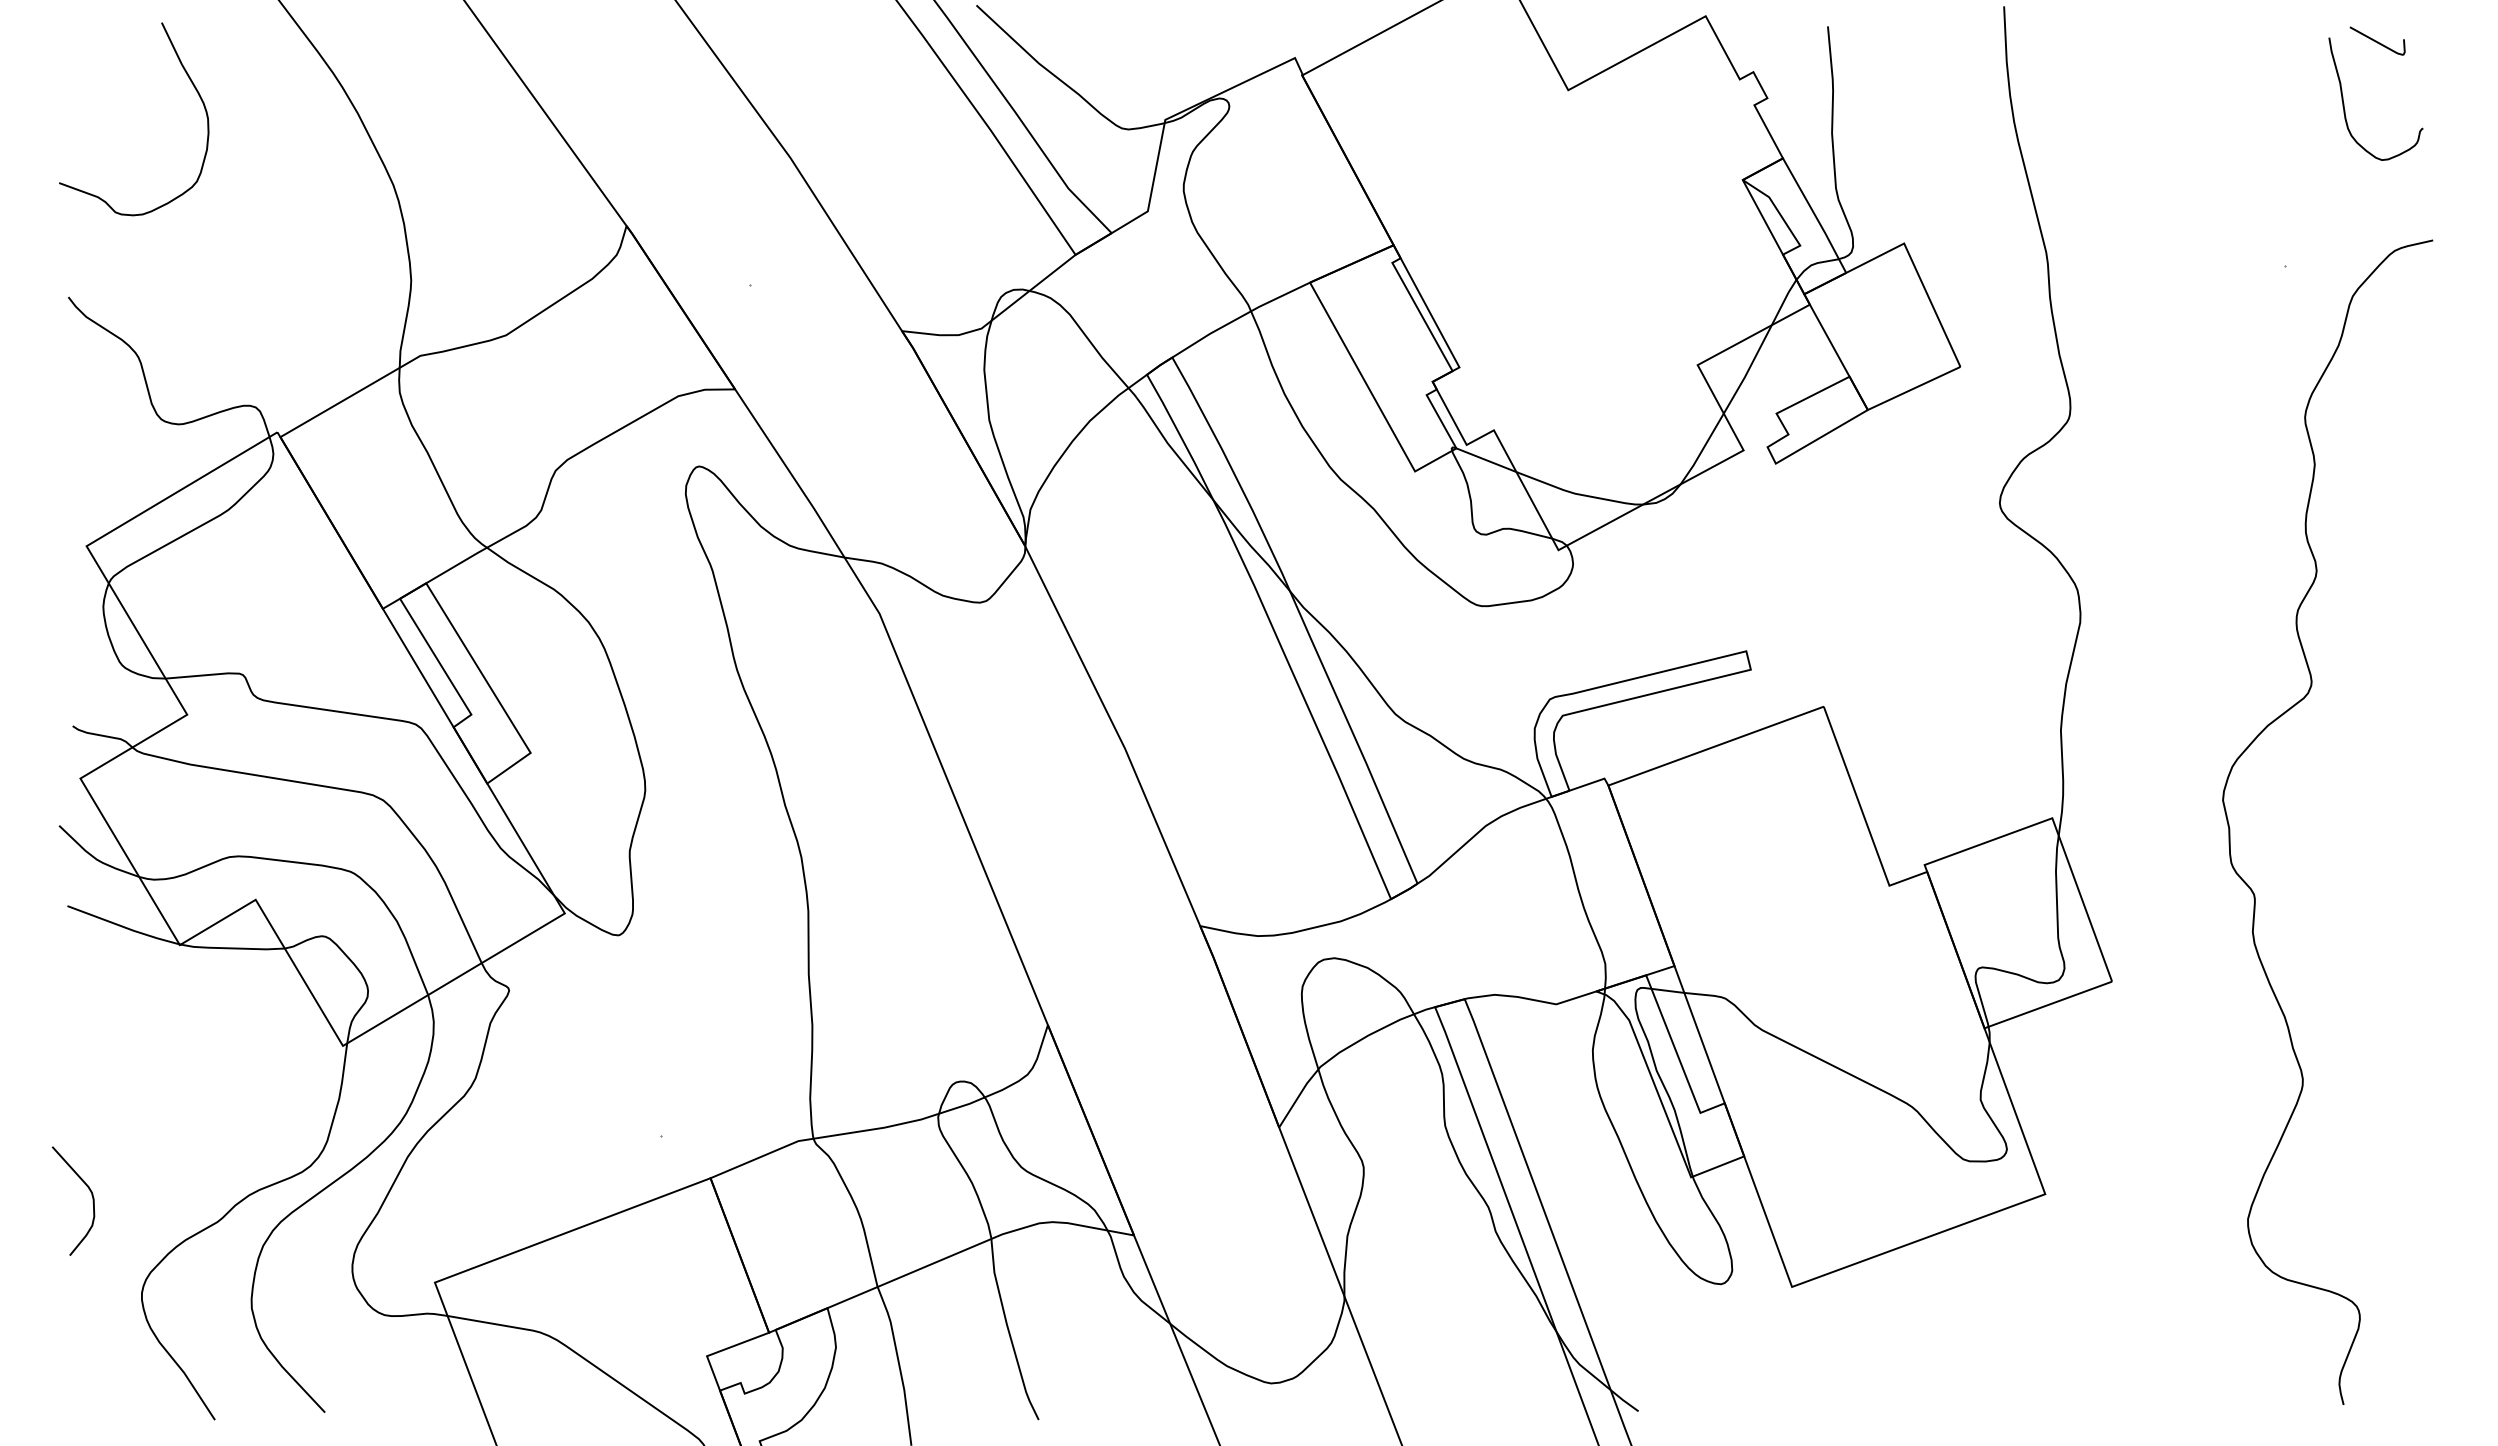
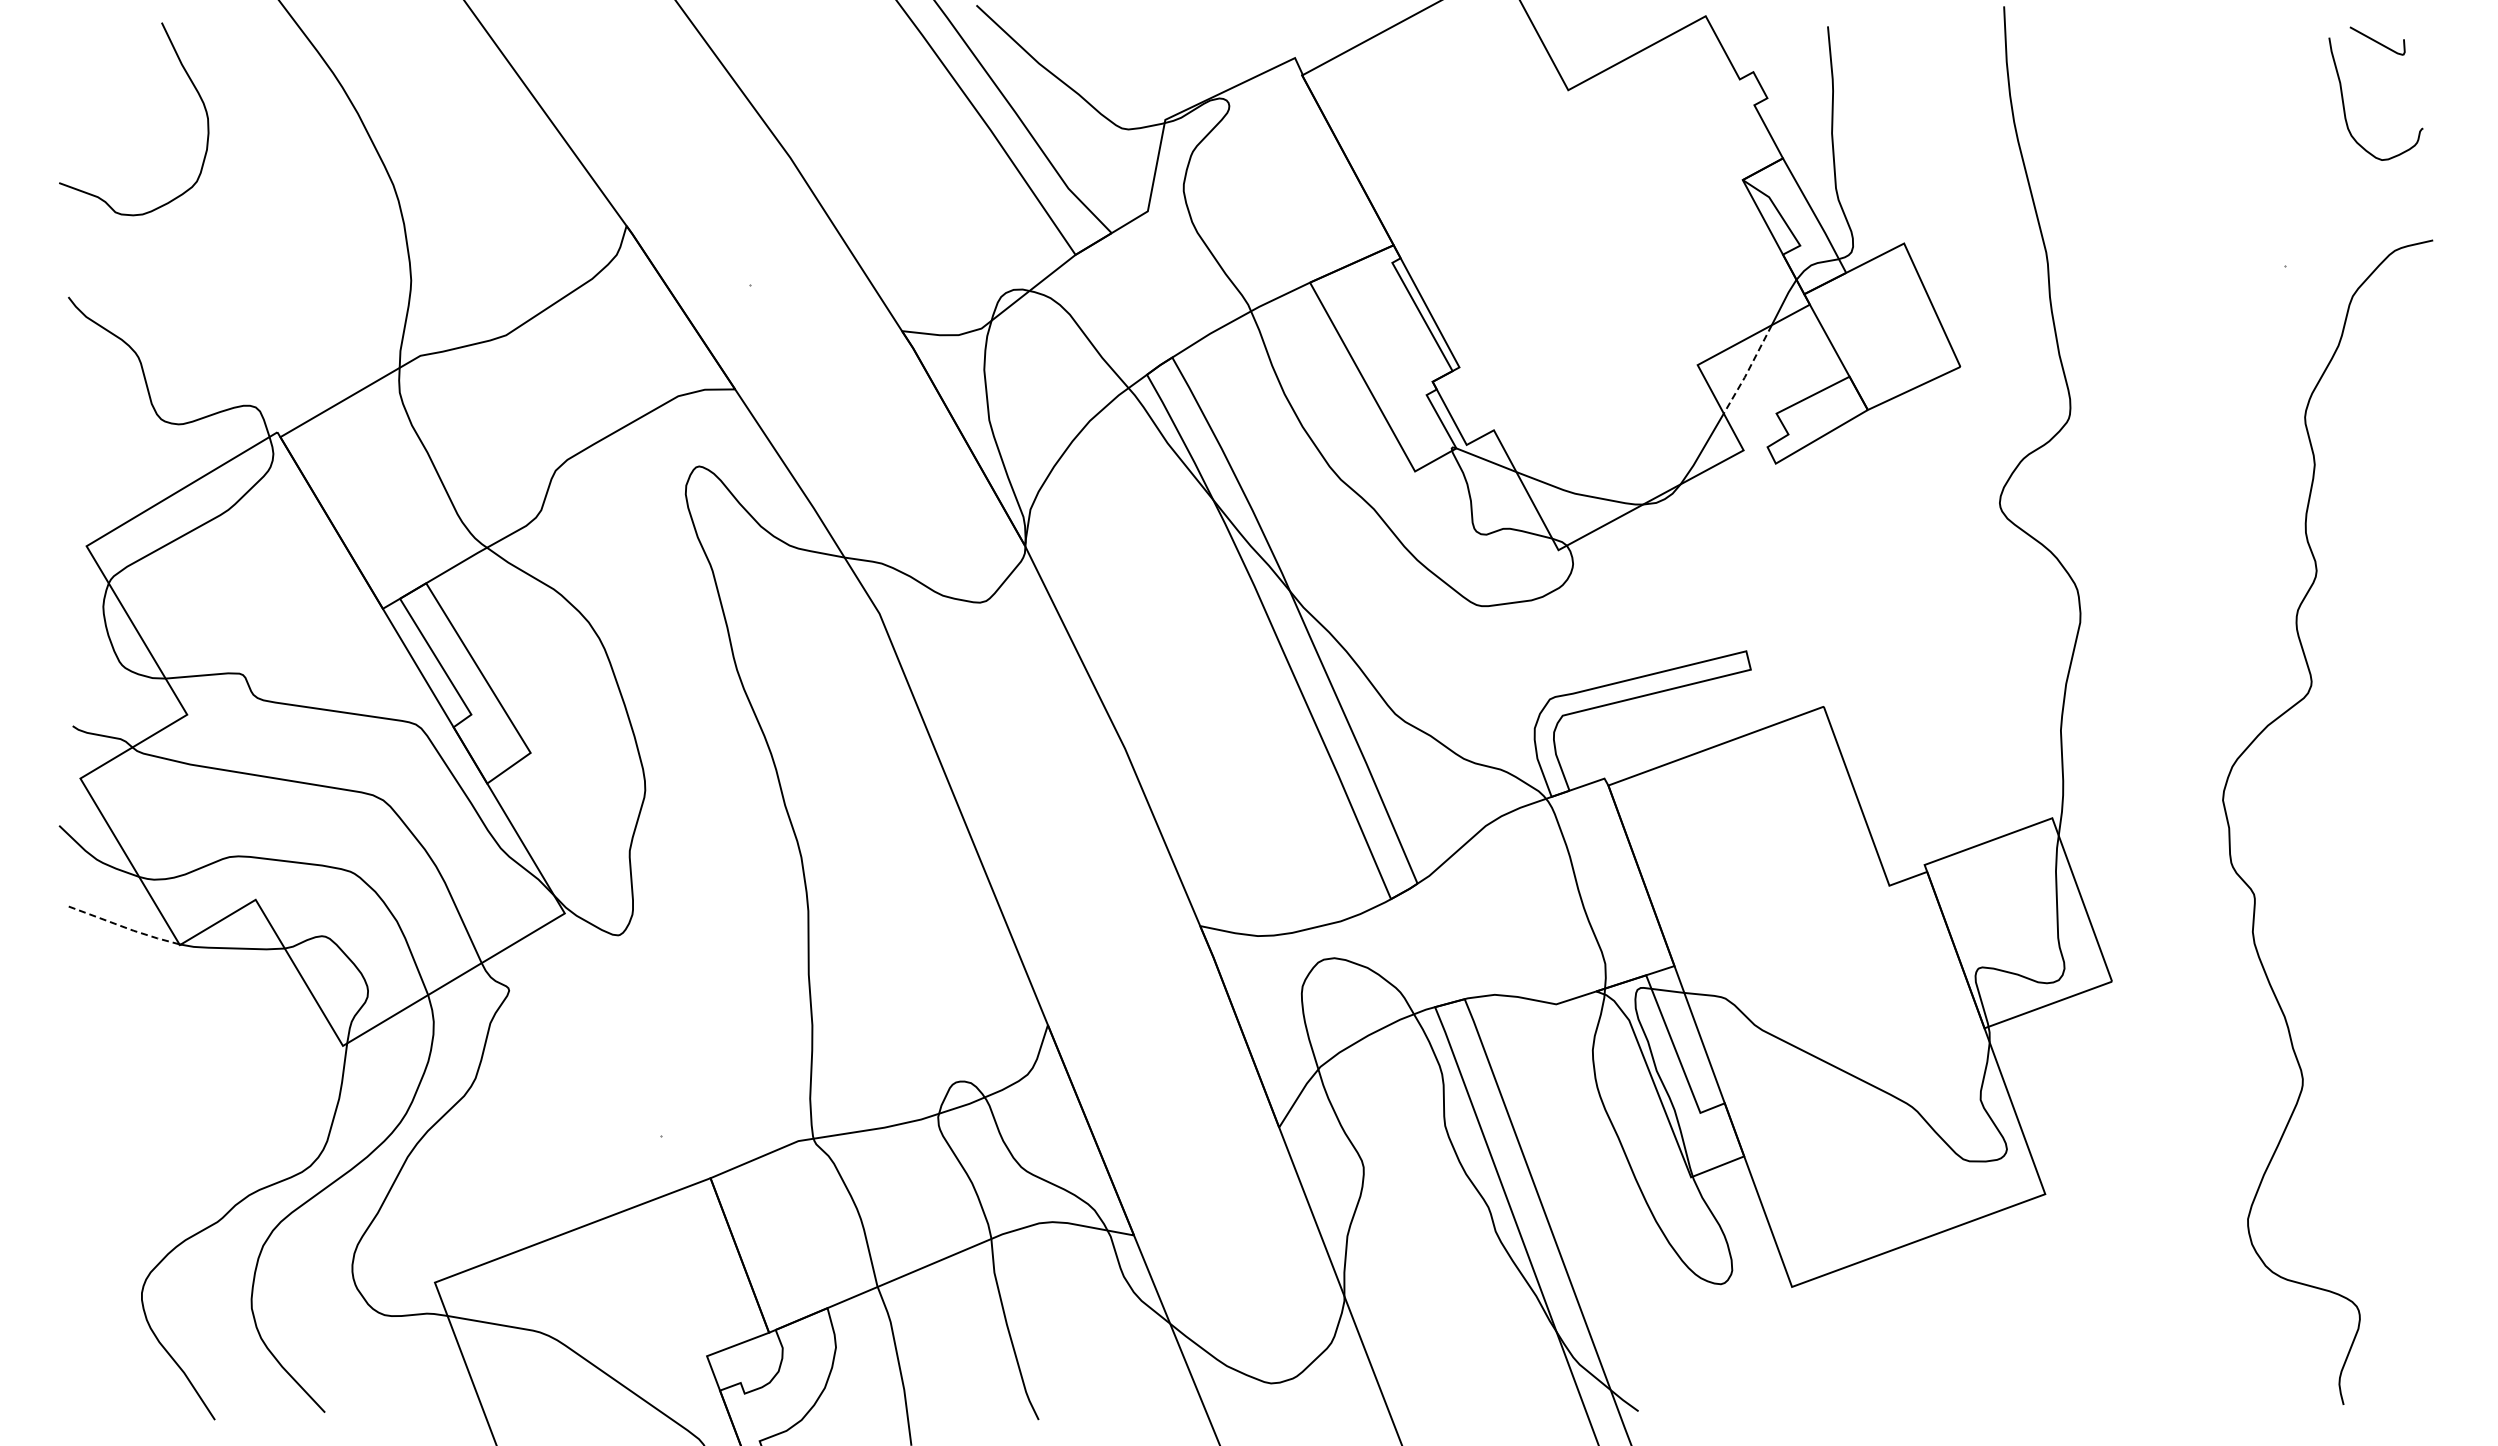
line at (1748, 370): solid -> dashed
line at (123, 927): solid -> dashed
curve at (88, 1189): present -> none
